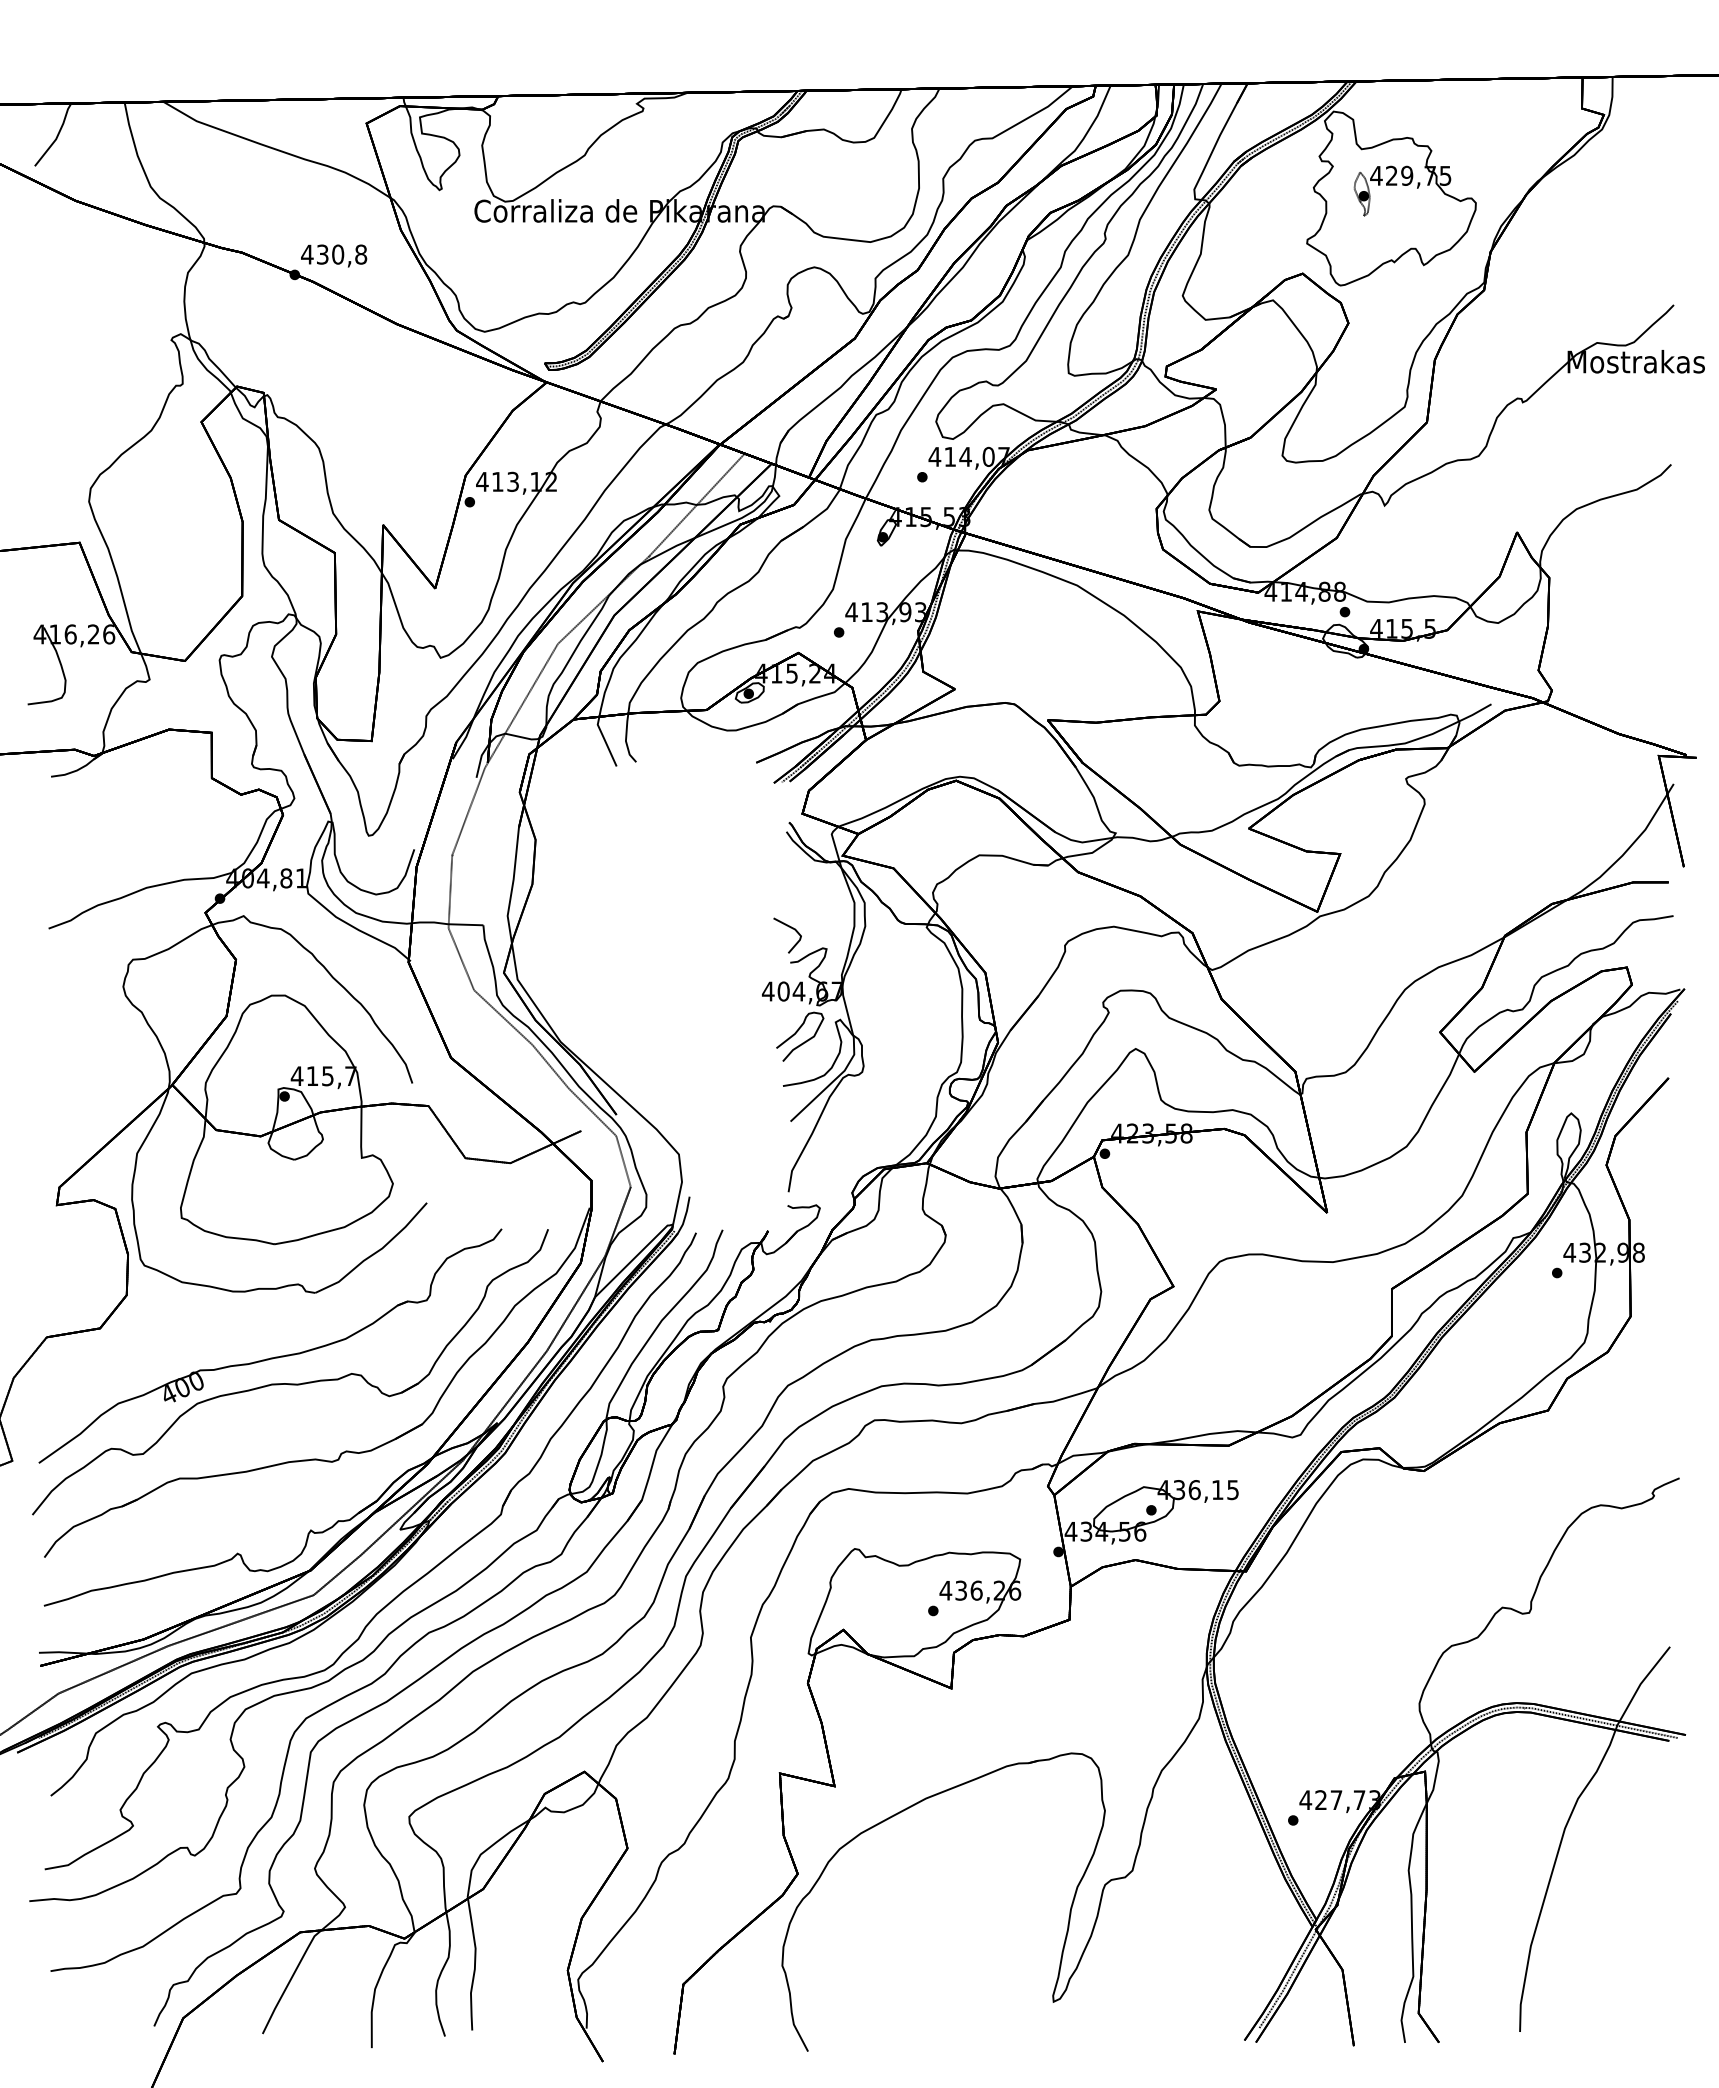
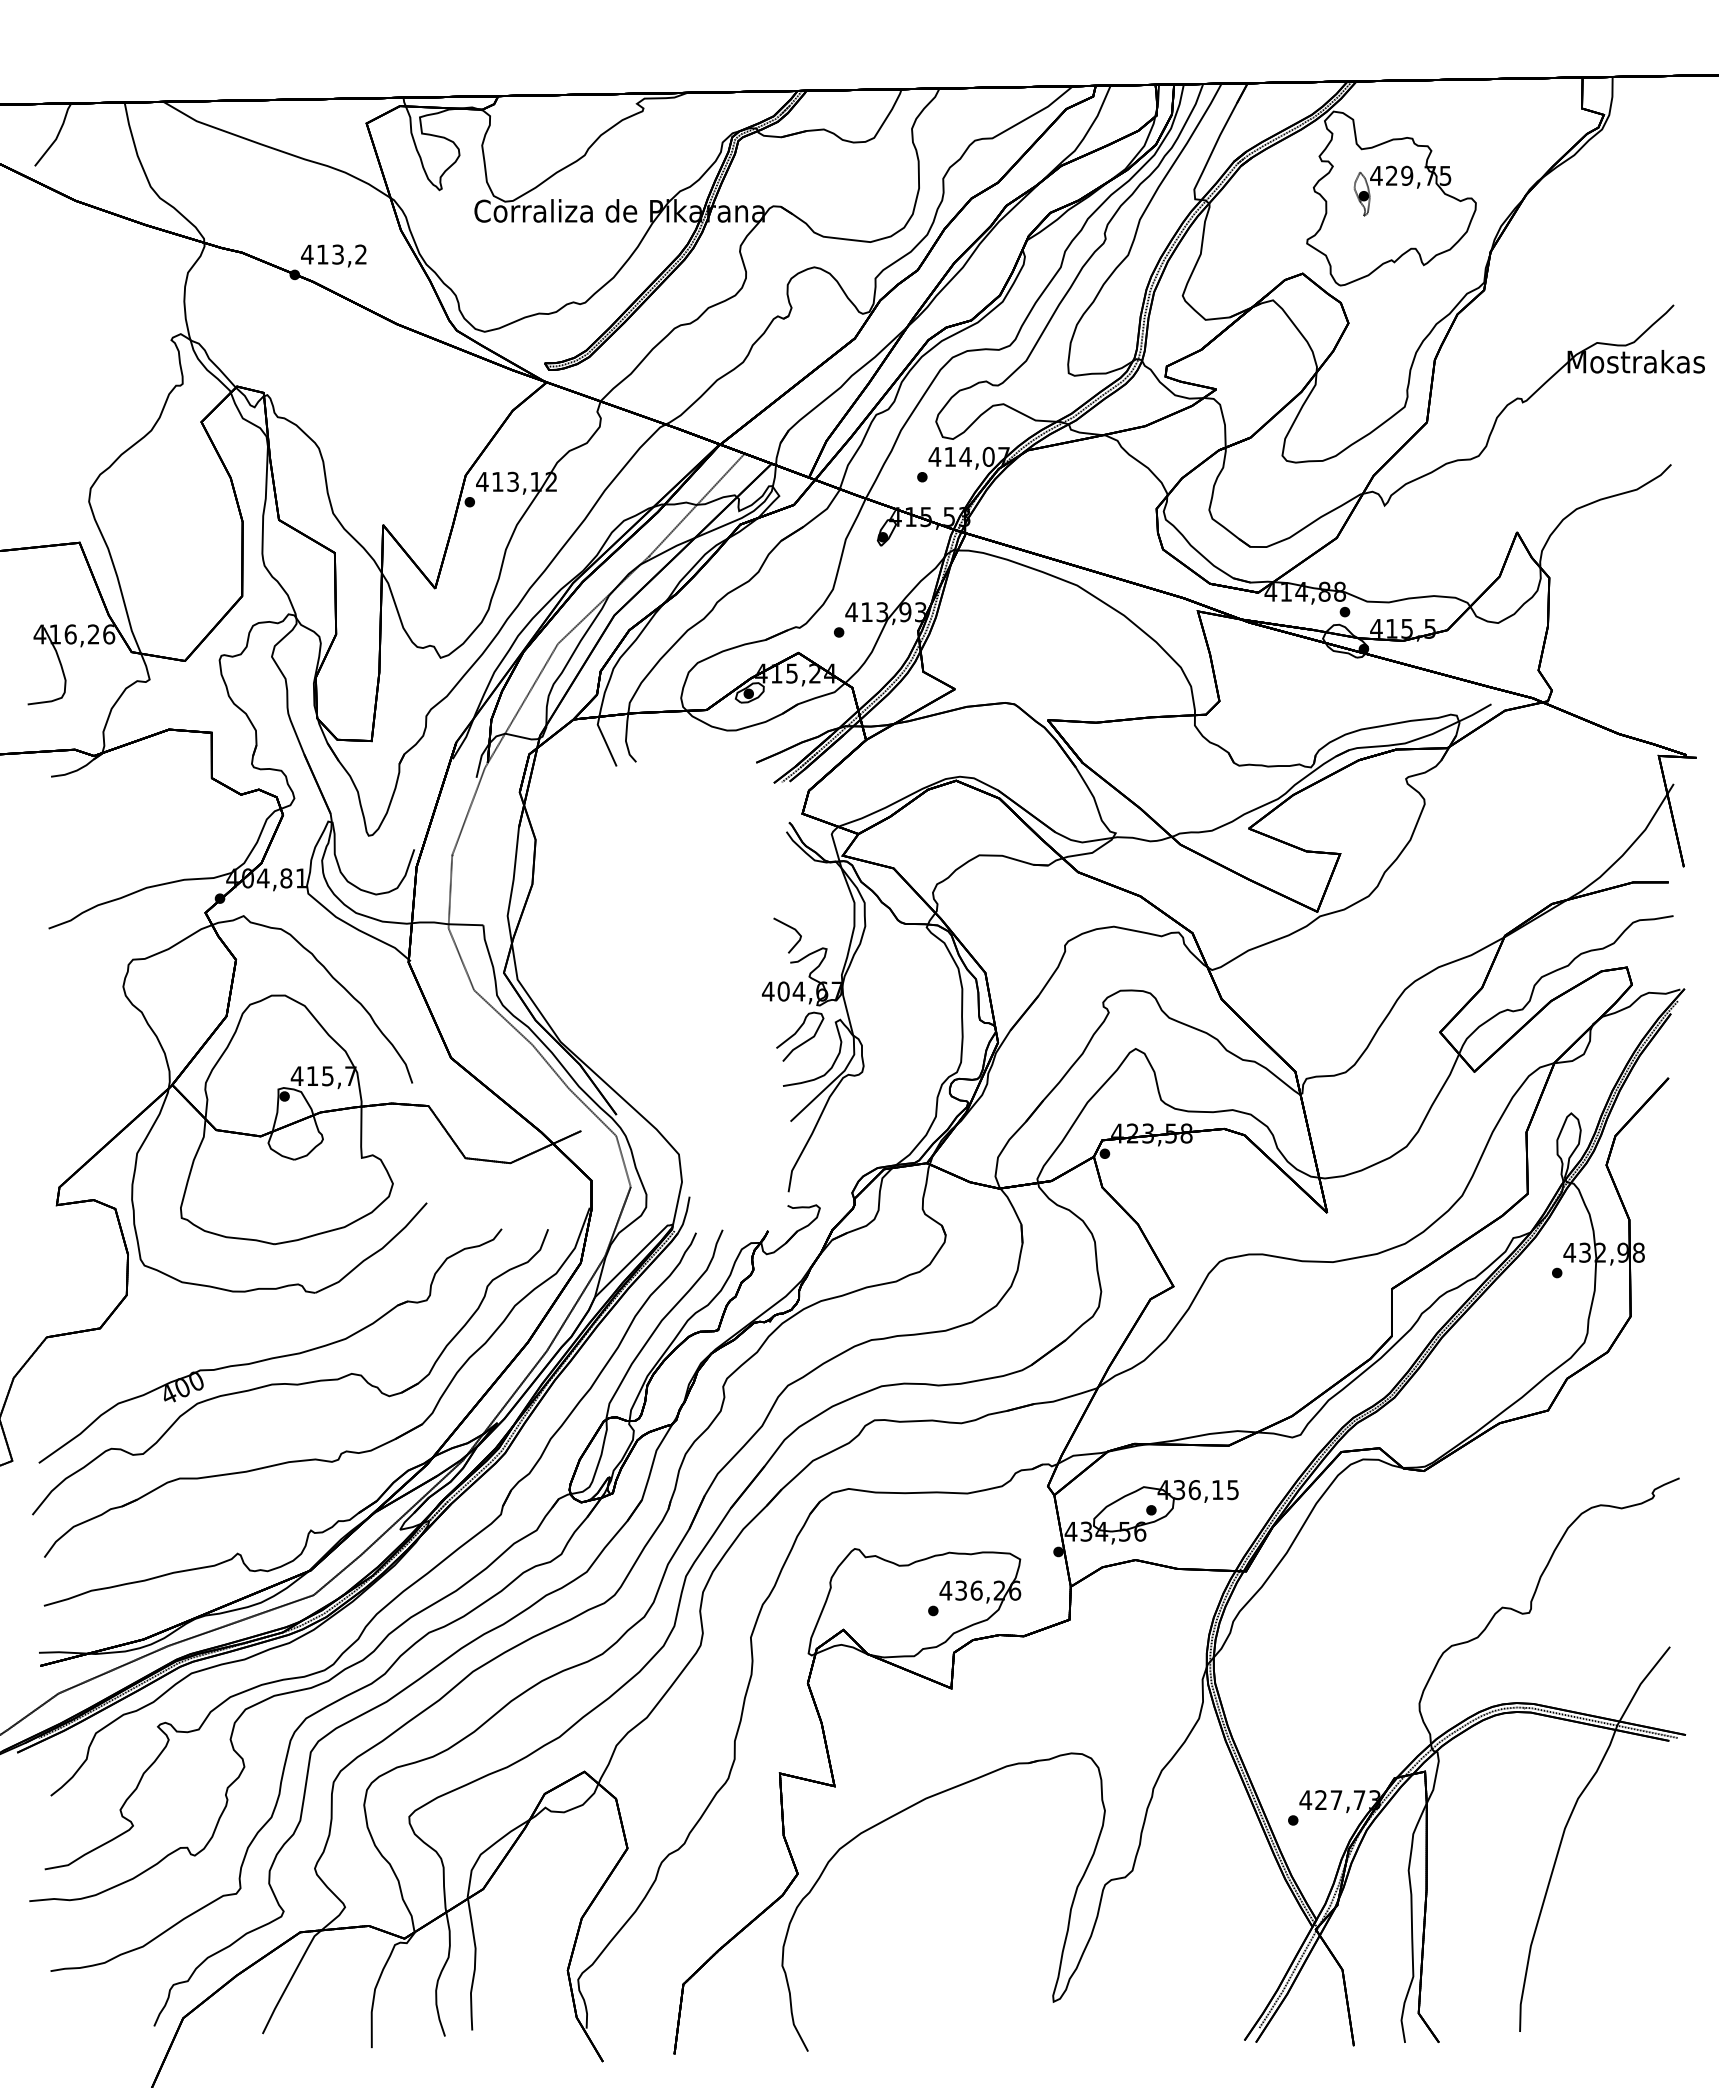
text at (342, 254): 430,8 -> 413,2
